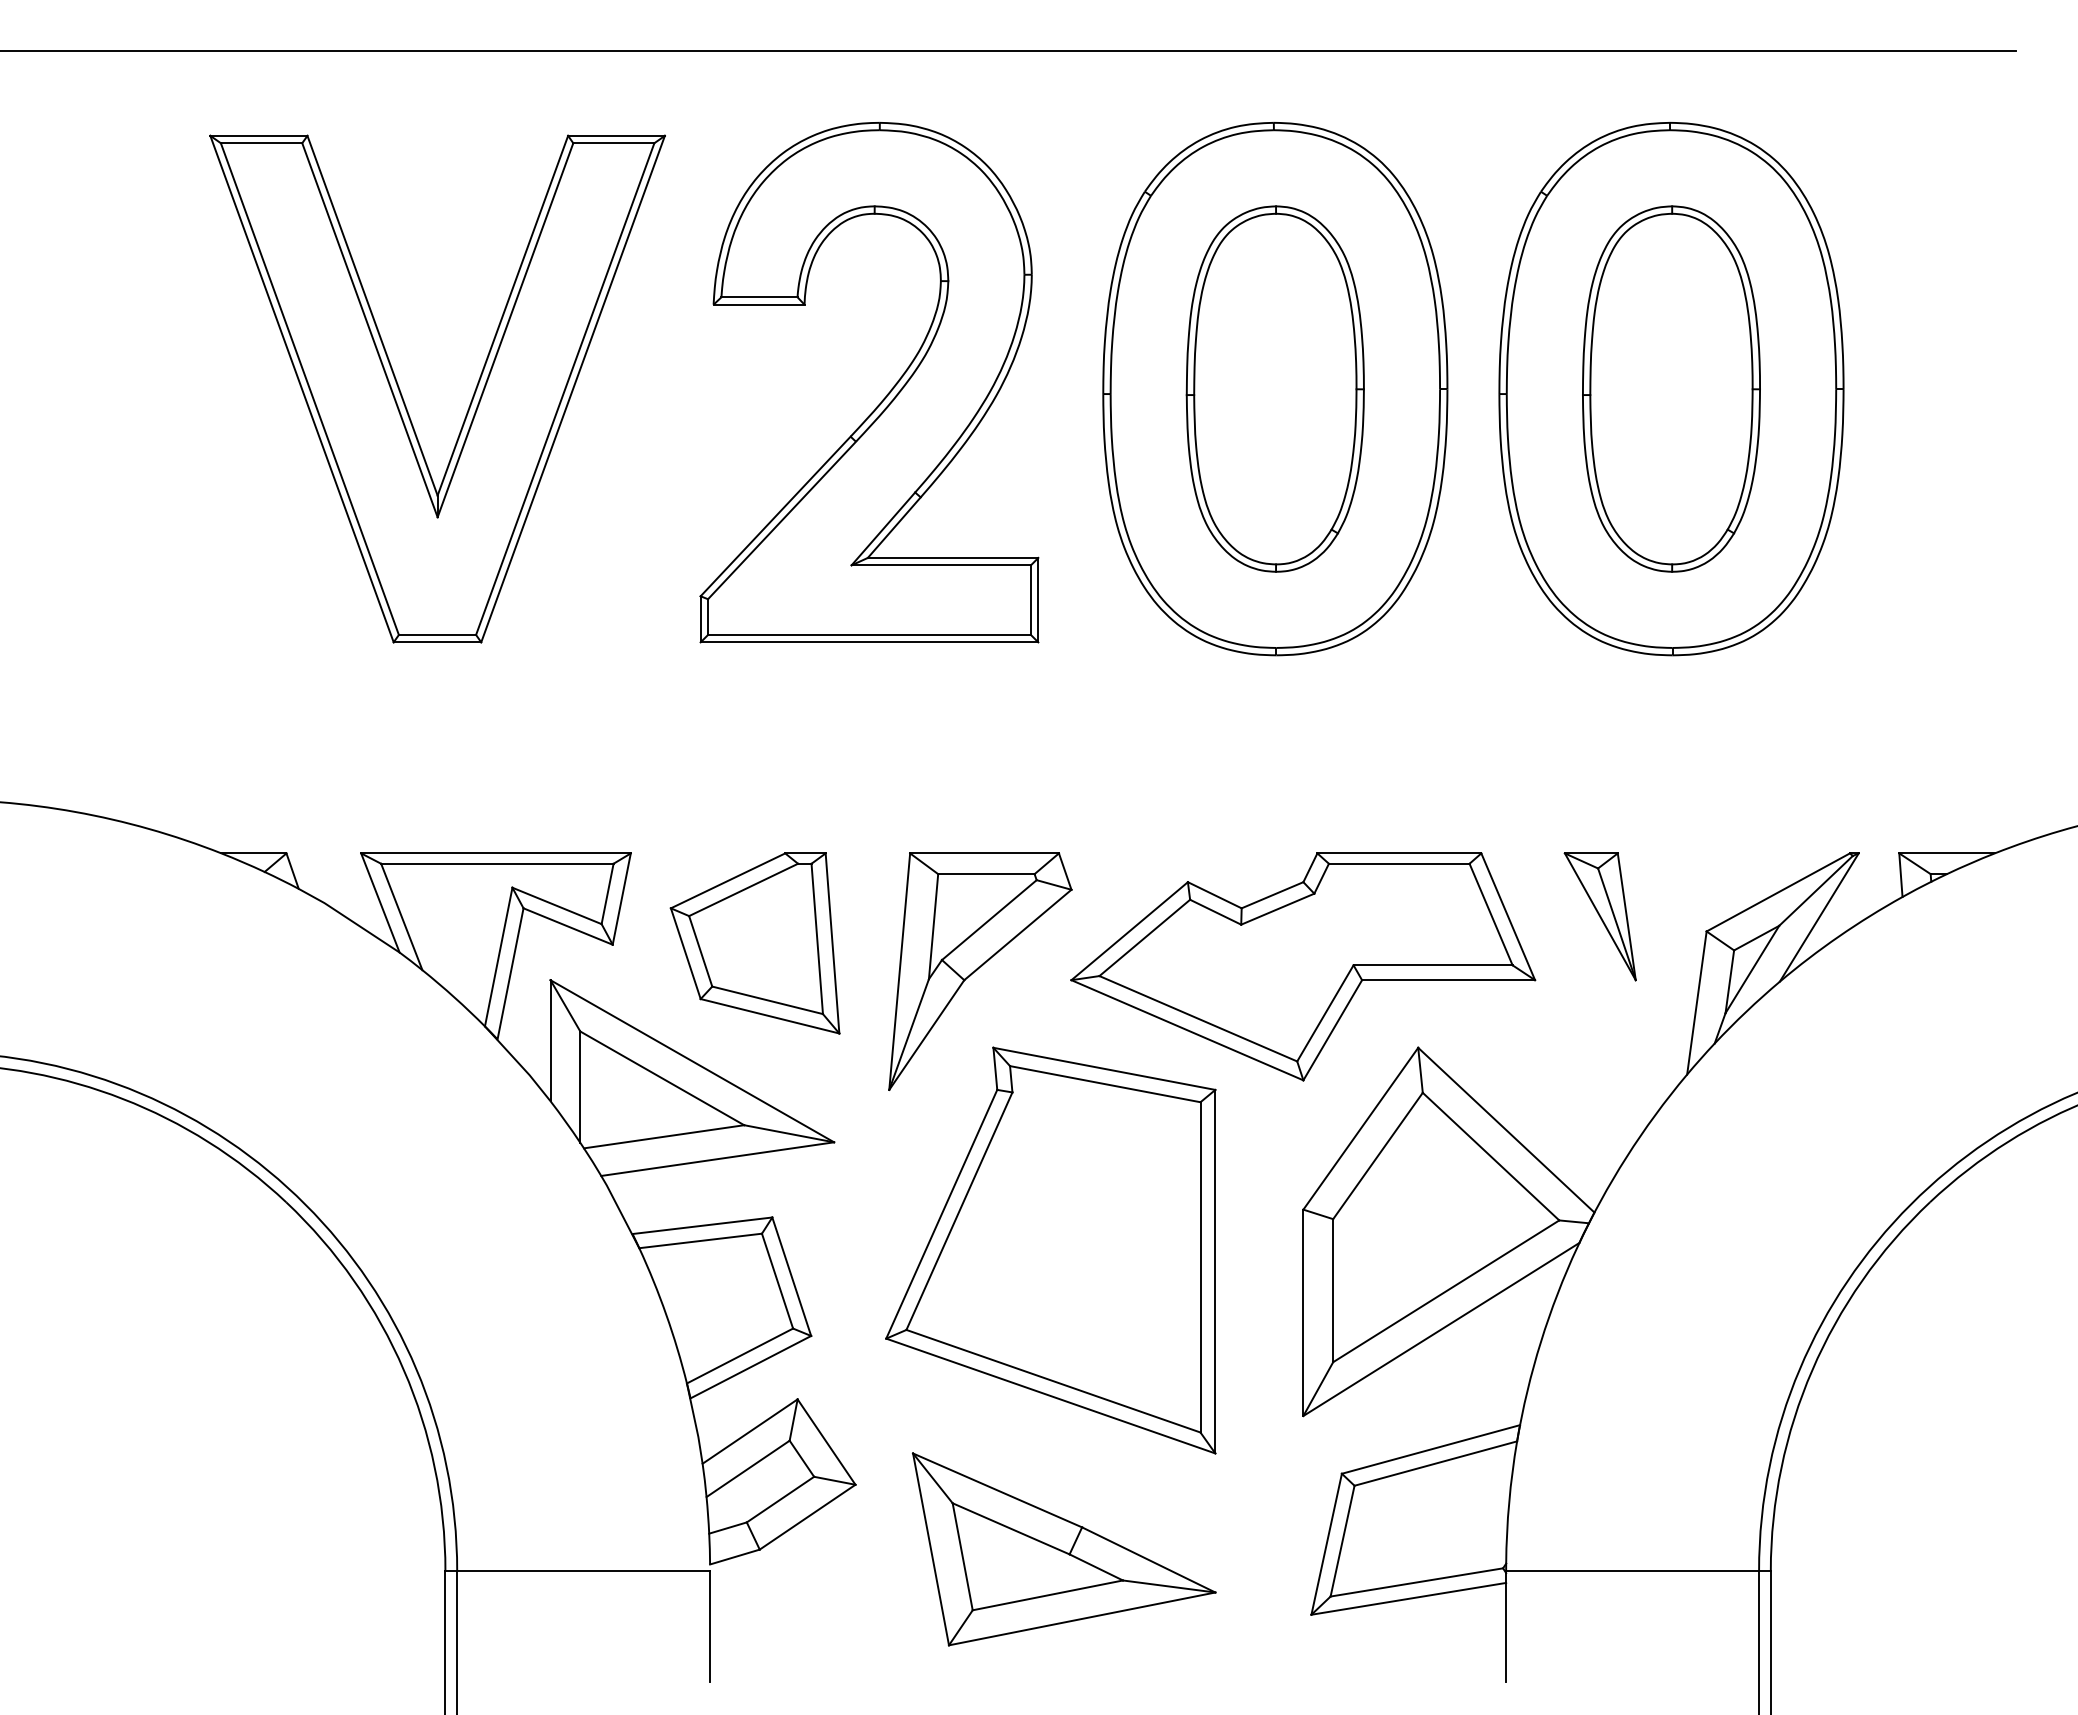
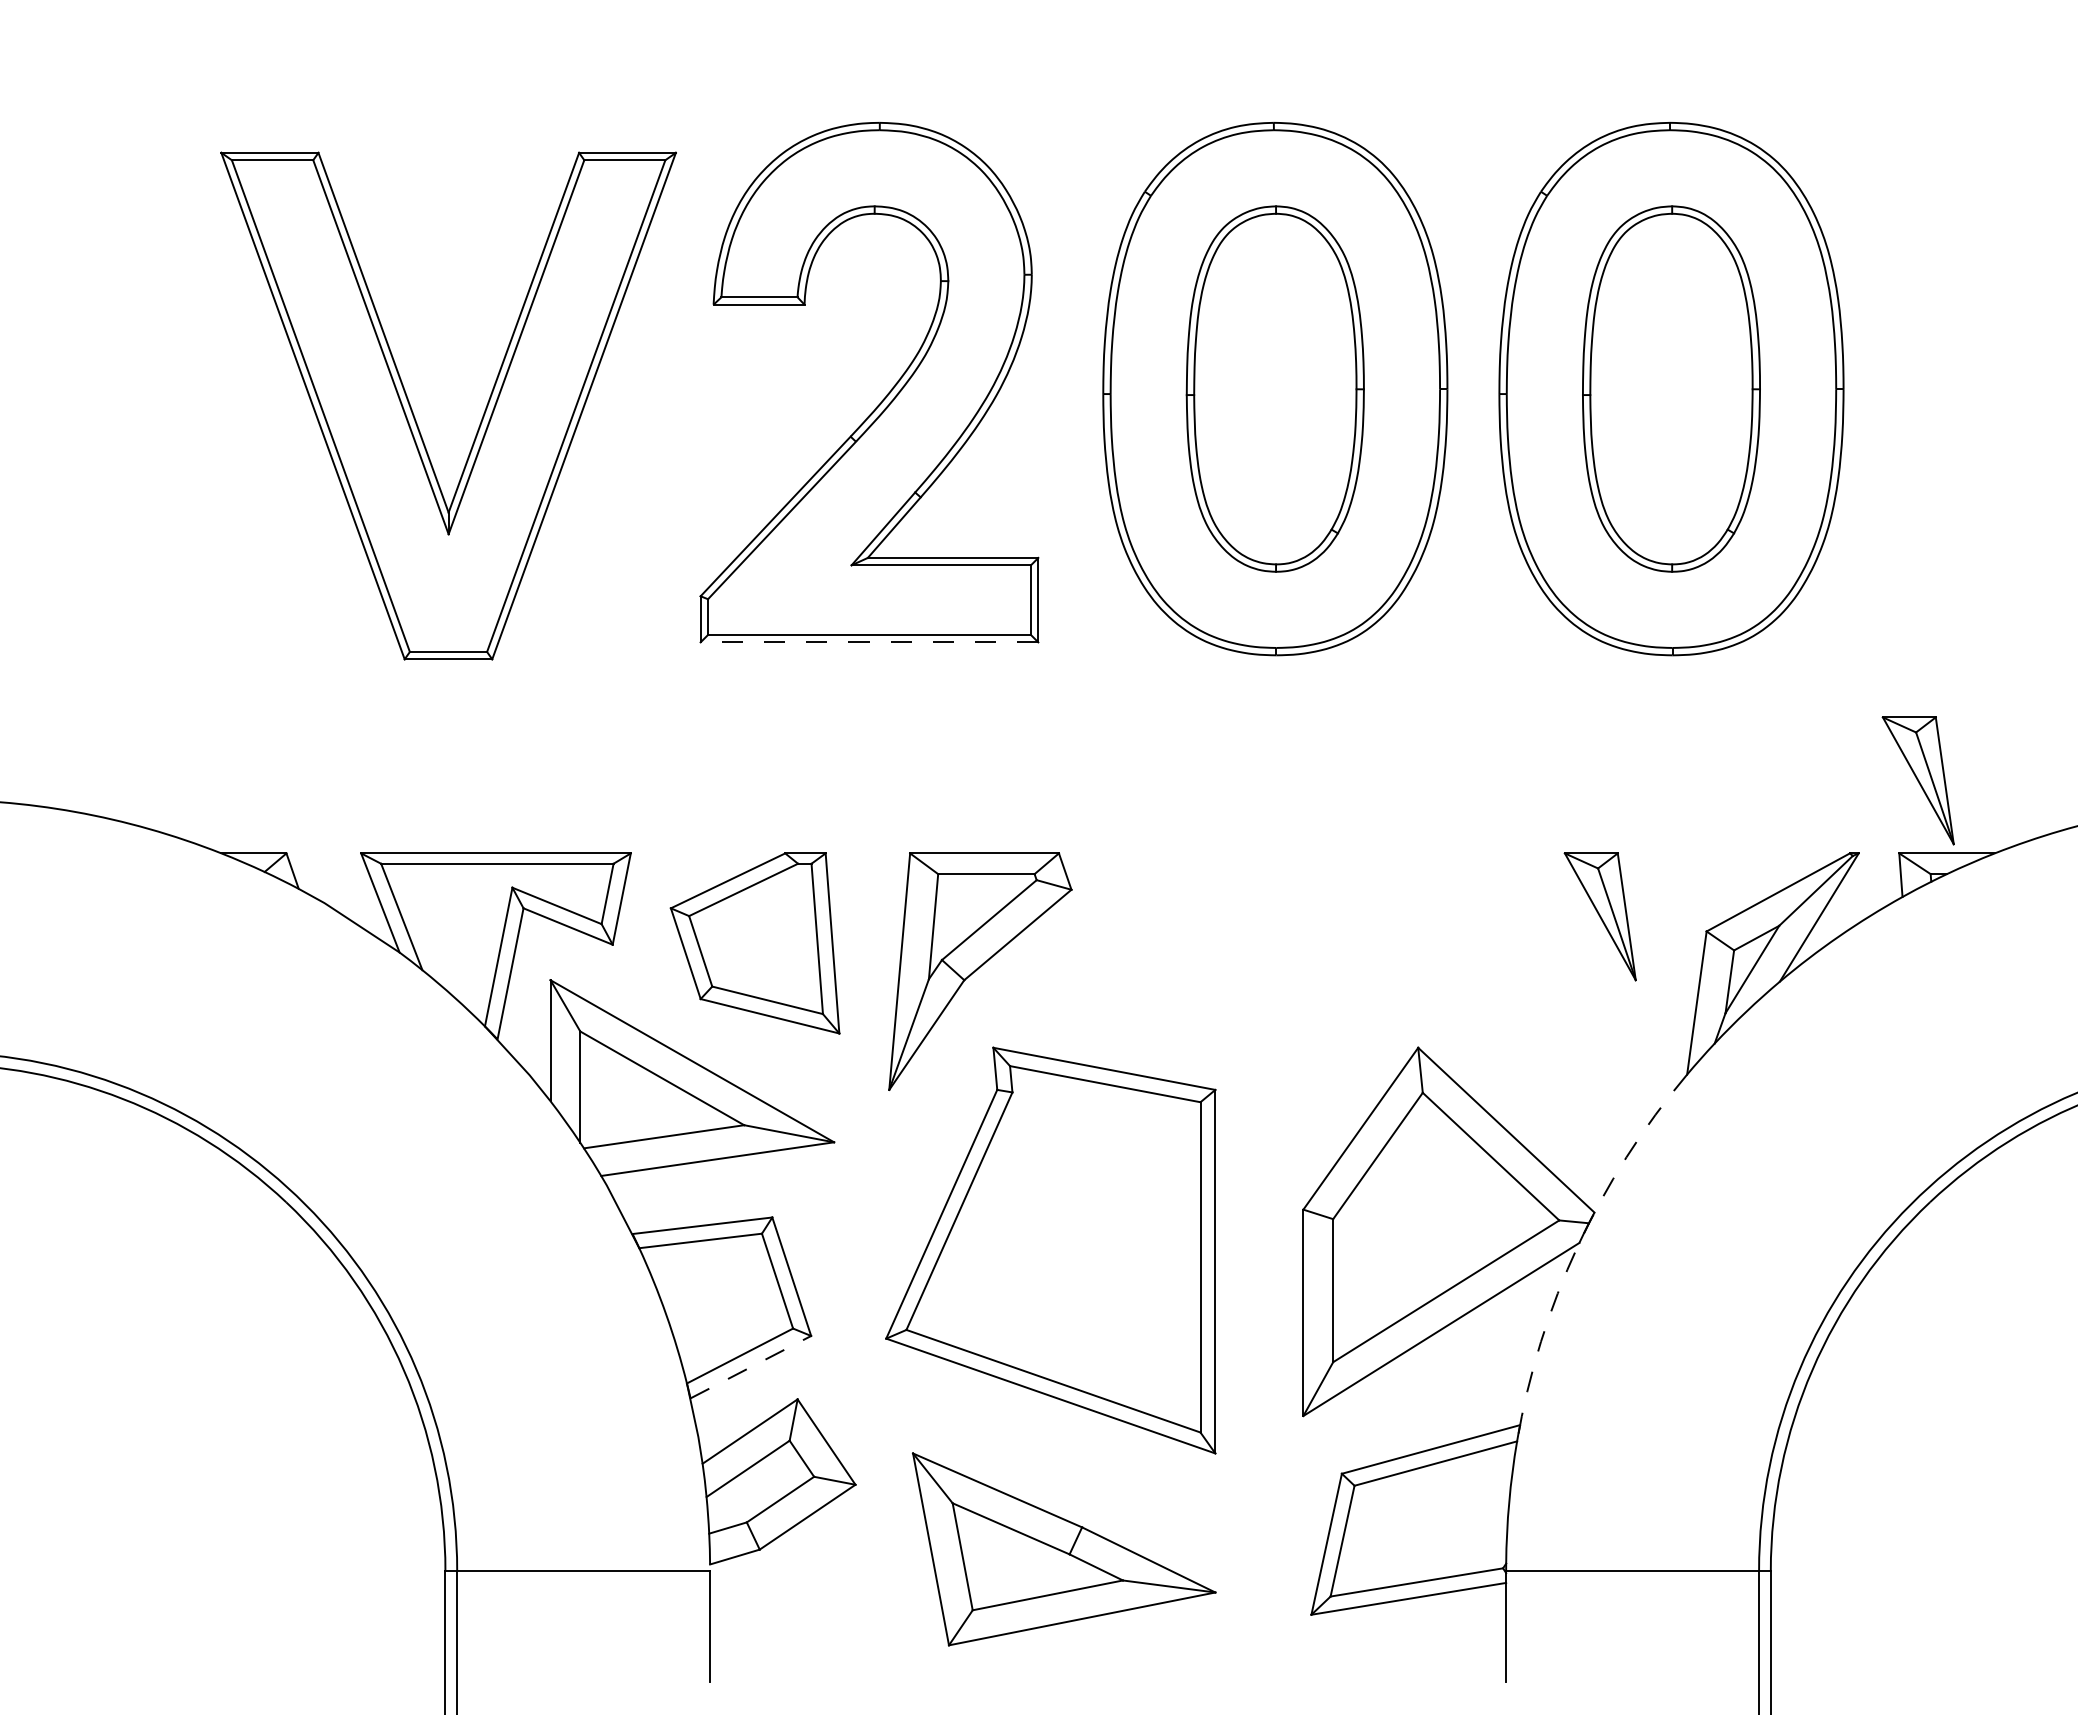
line at (1008, 51): present -> none
part at (404, 400) position: (404, 400) -> (415, 417)
line at (869, 642): solid -> dashed
part at (1917, 780): none -> present
part at (1303, 966): present -> none
arc at (1577, 1246): solid -> dashed
line at (750, 1367): solid -> dashed
